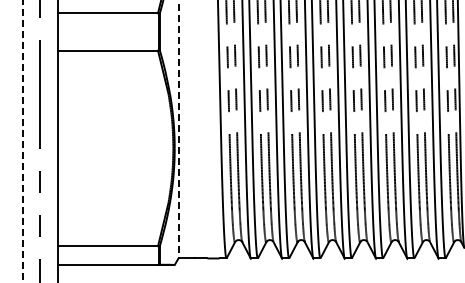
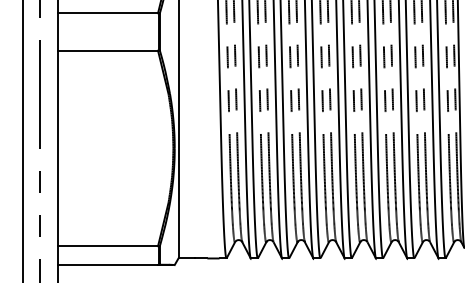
line at (178, 129): dashed -> solid
line at (23, 141): dashed -> solid
